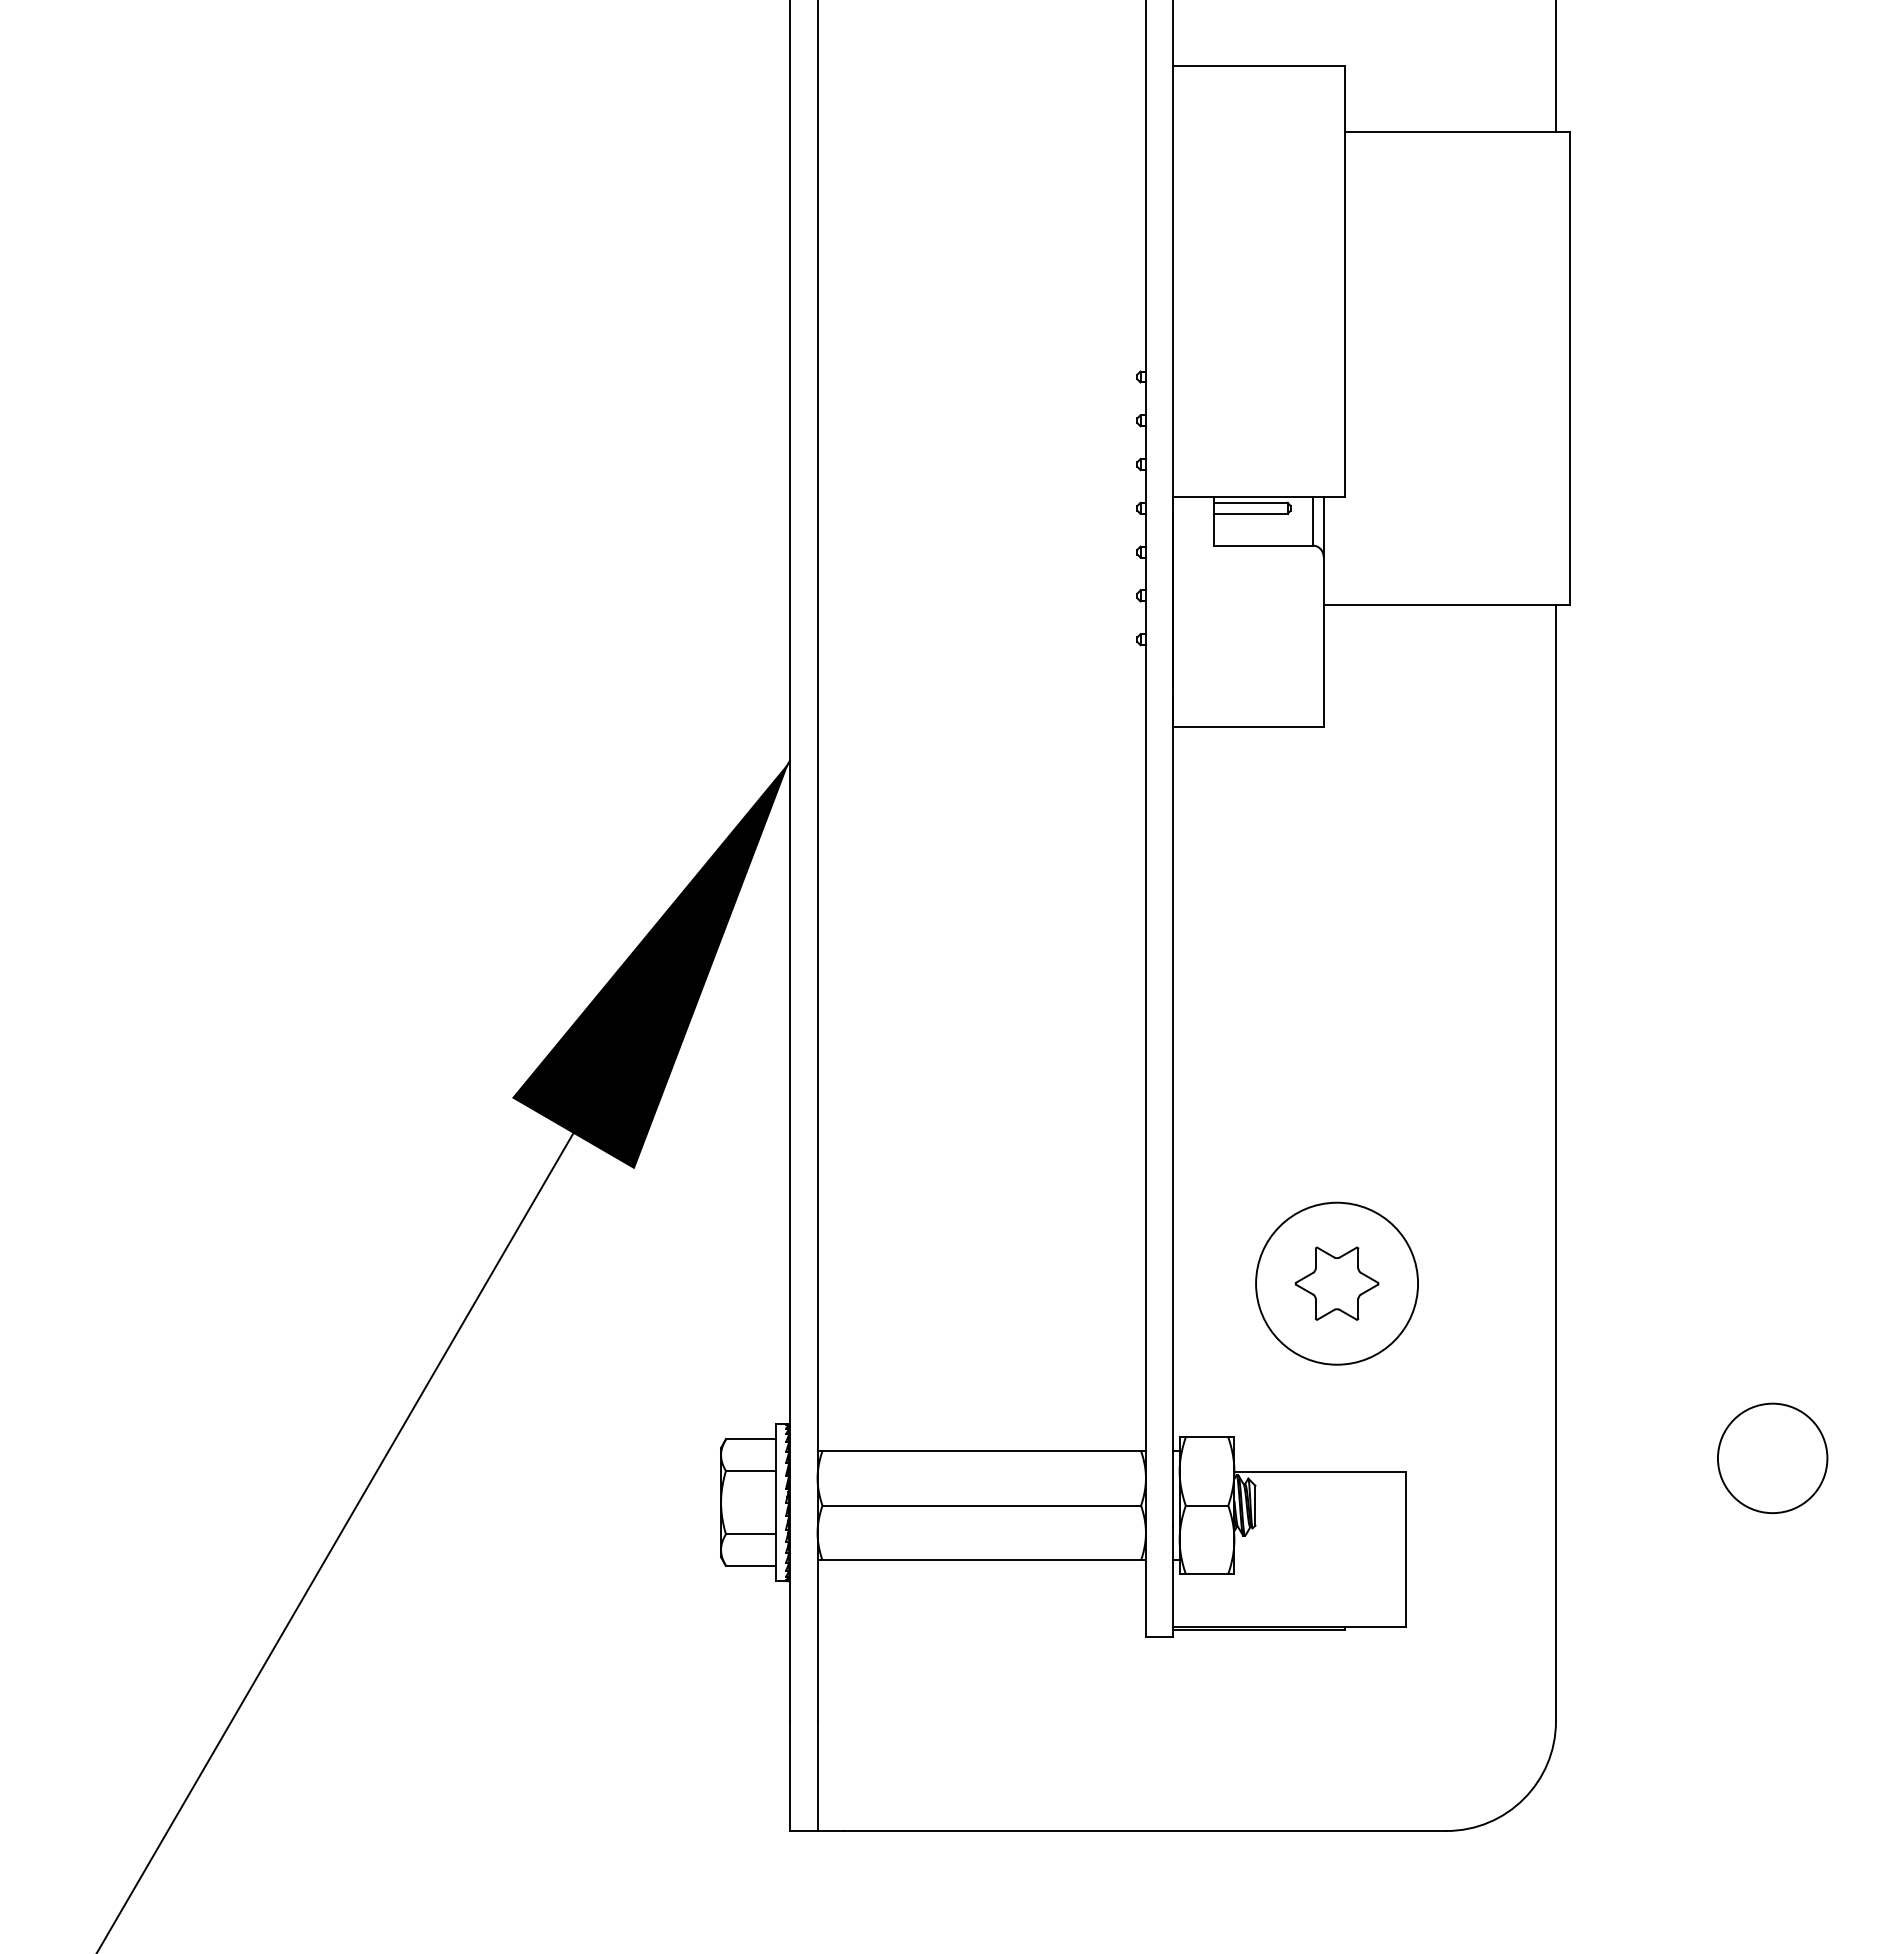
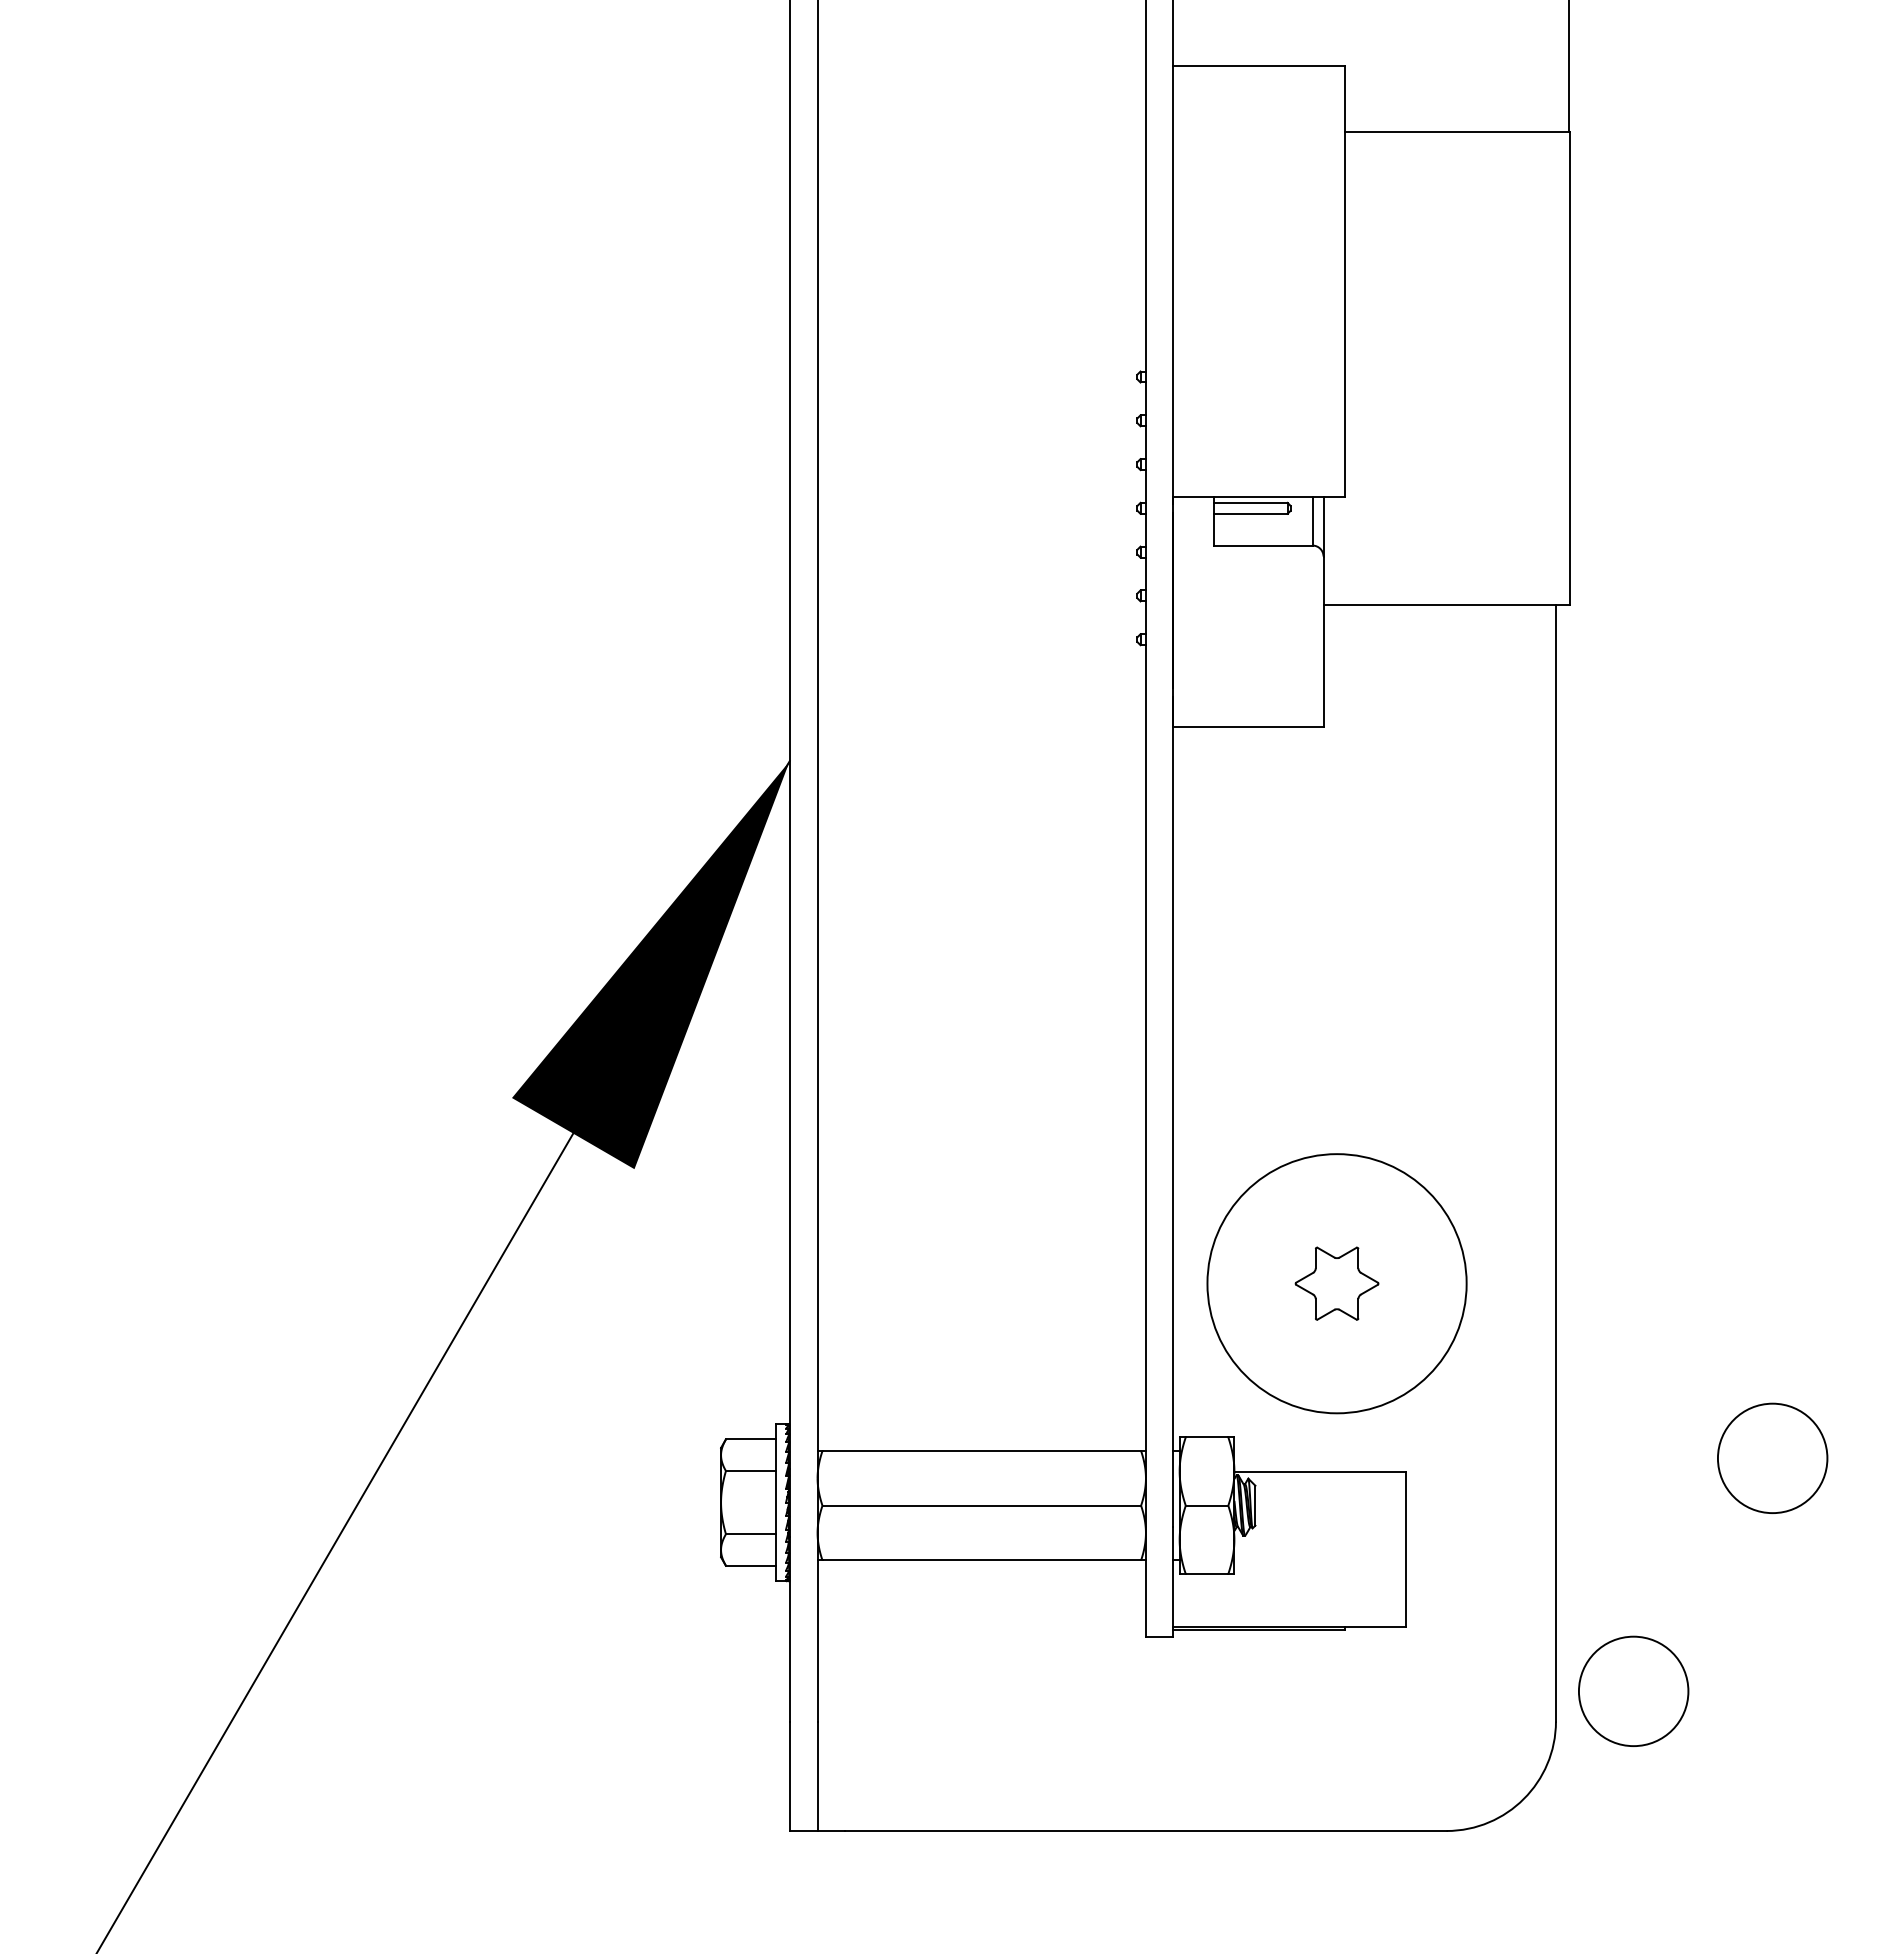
line at (1555, 67) position: (1555, 67) -> (1568, 67)
circle at (1337, 1283) diameter: 162 px -> 259 px
circle at (1633, 1690): none -> present
